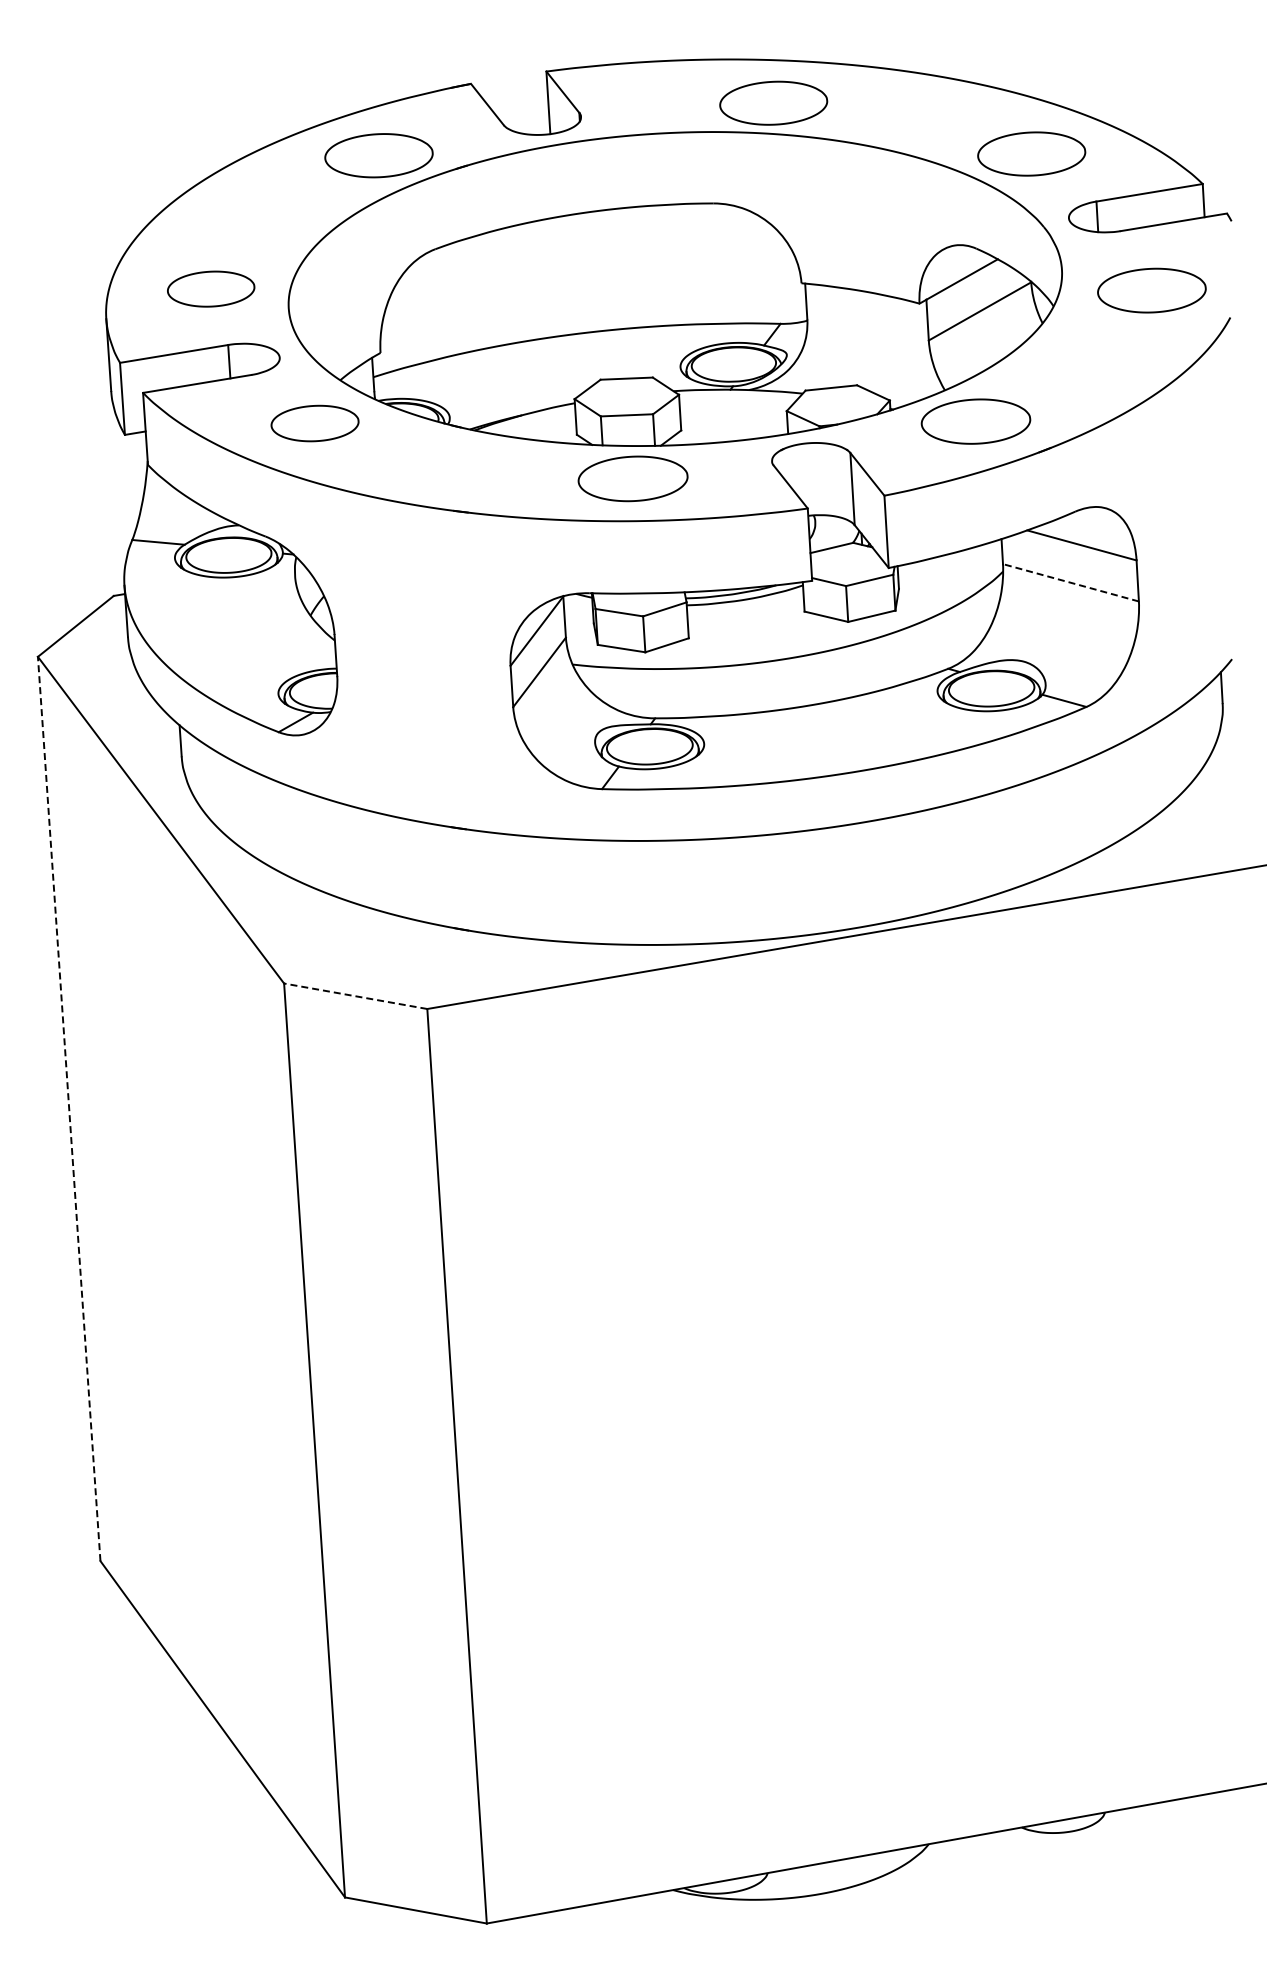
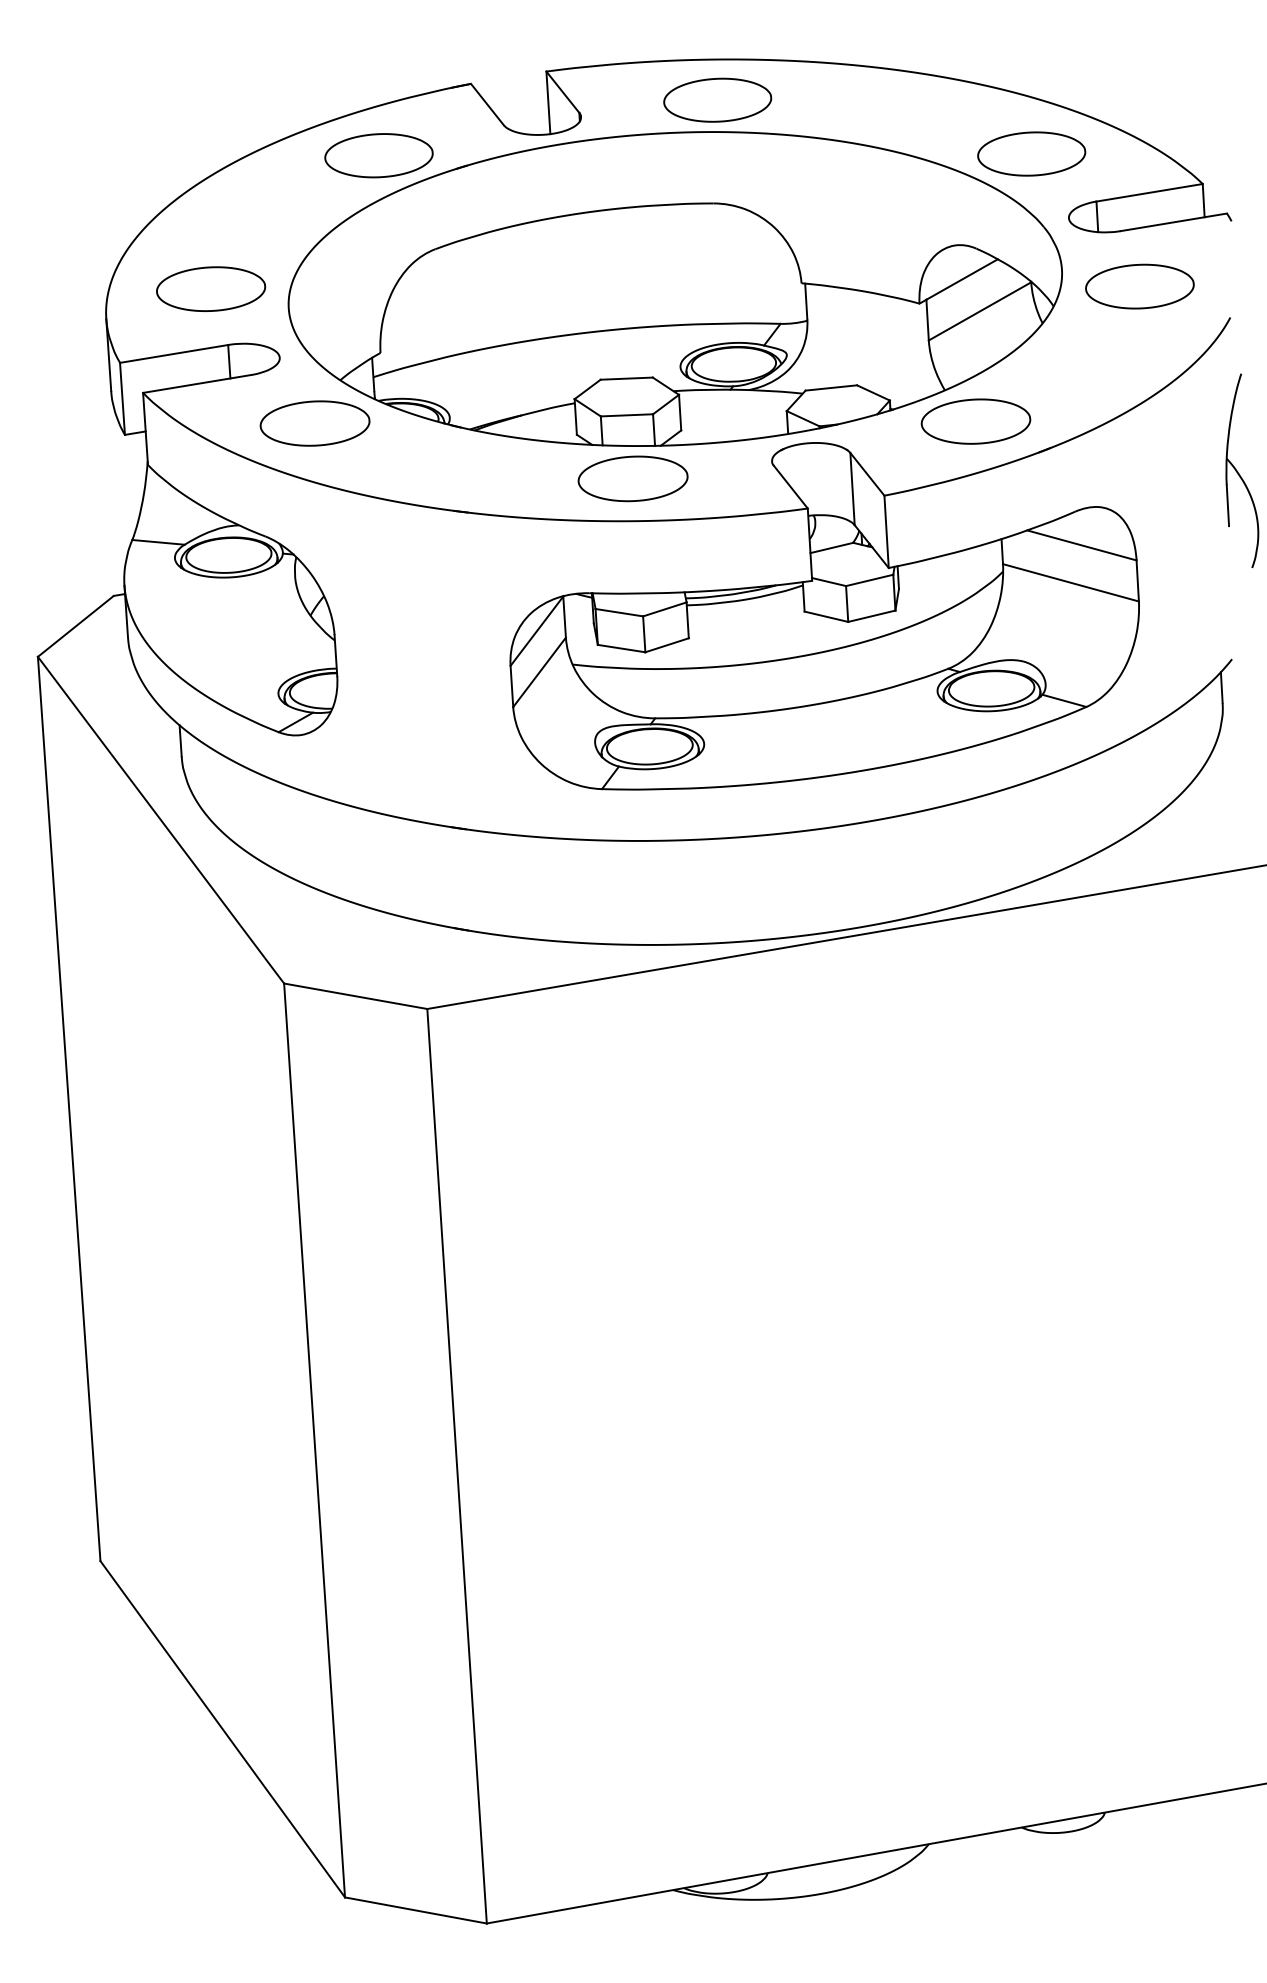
part at (773, 102) position: (773, 102) -> (717, 99)
part at (211, 288) size: 89x38 px -> 111x46 px
part at (1151, 290) position: (1151, 290) -> (1139, 286)
part at (314, 423) size: 90x39 px -> 112x47 px
part at (1242, 470): none -> present
line at (1070, 582): dashed -> solid
line at (355, 996): dashed -> solid
line at (69, 1108): dashed -> solid
